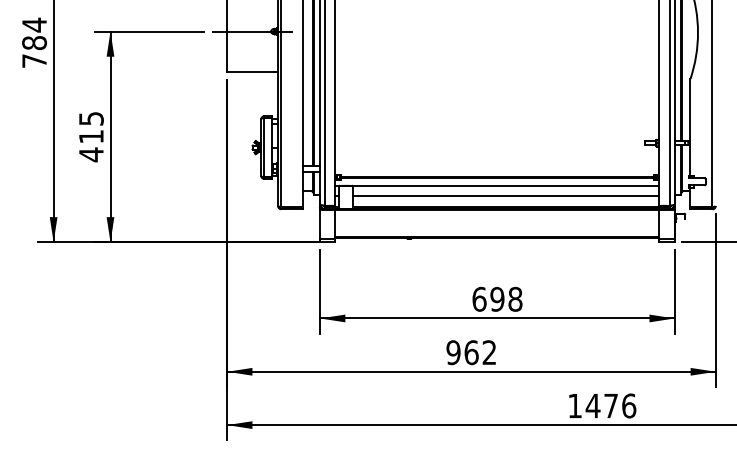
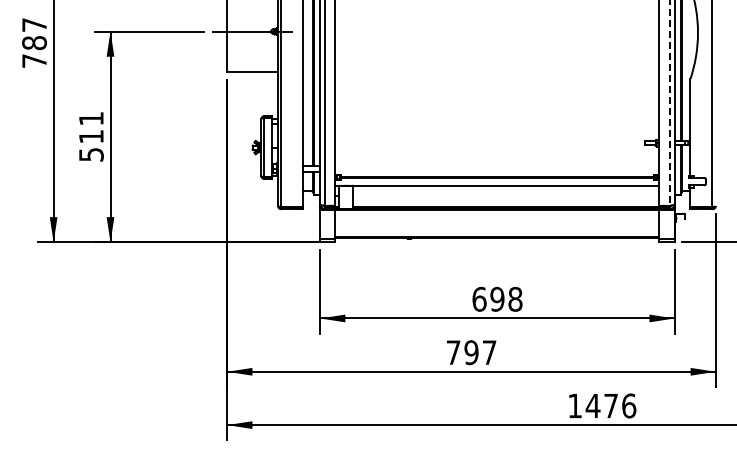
text at (34, 24): 784 -> 787
line at (669, 102): solid -> dashed
text at (91, 137): 415 -> 511
line at (505, 195): present -> none
text at (471, 352): 962 -> 797
